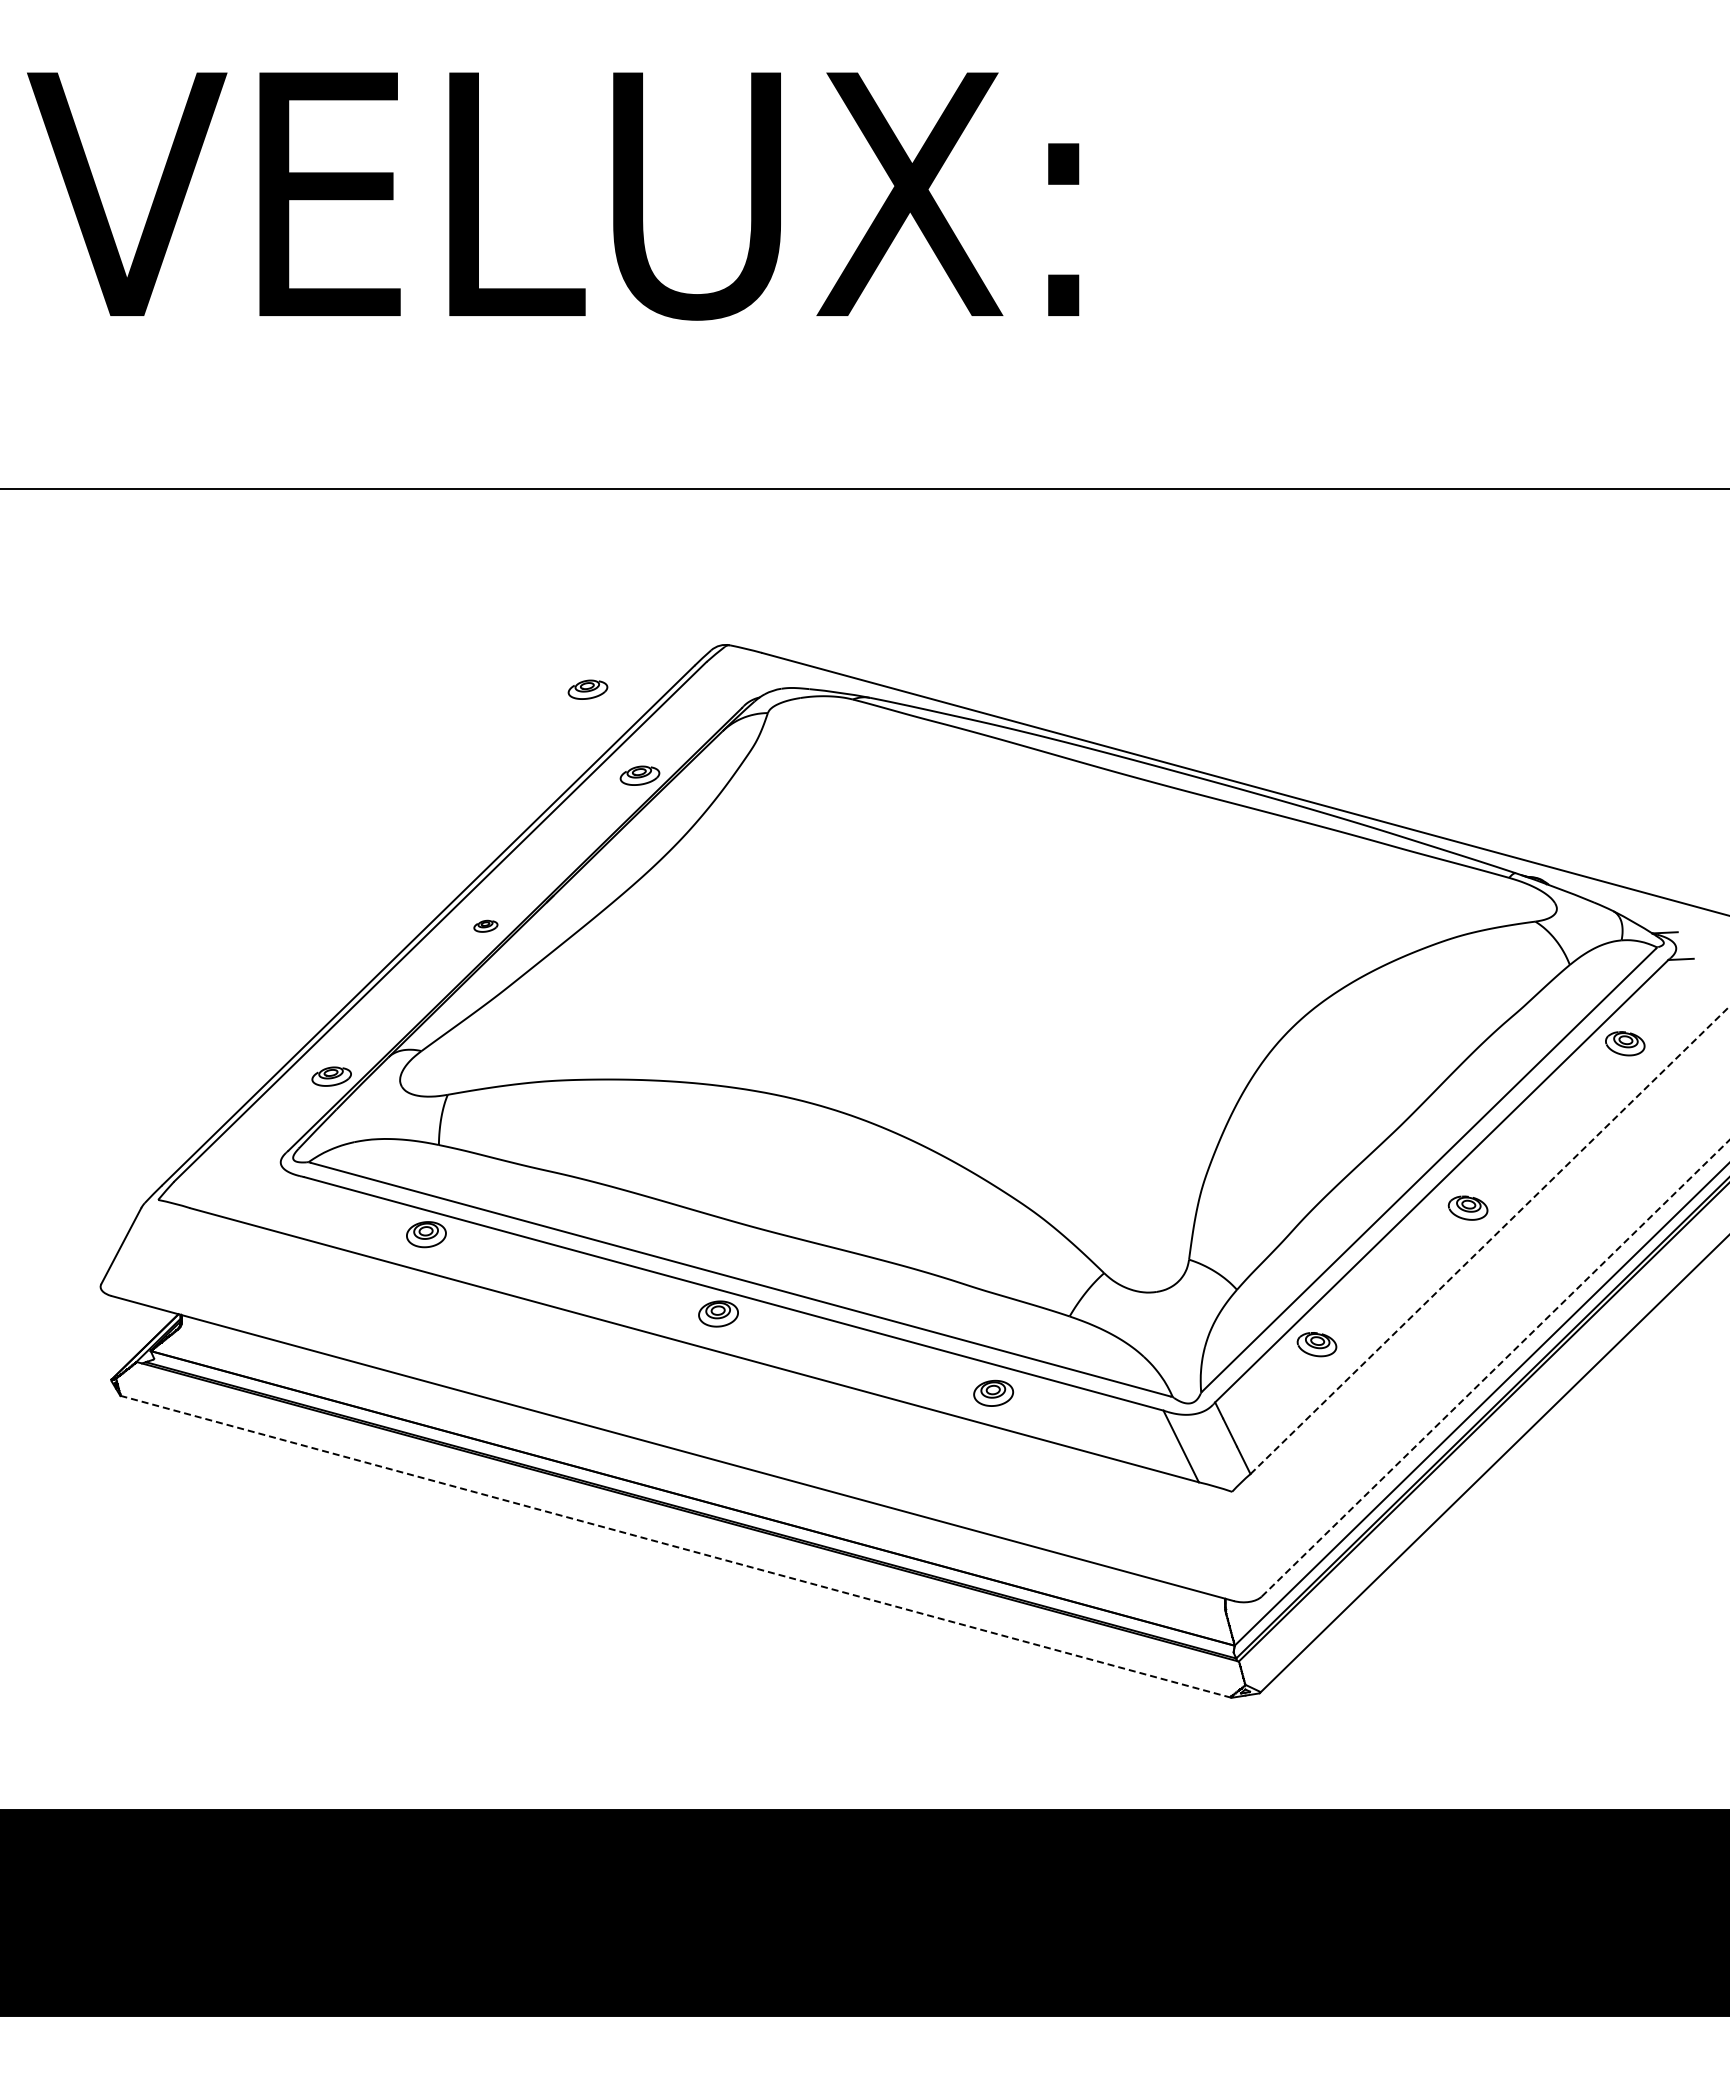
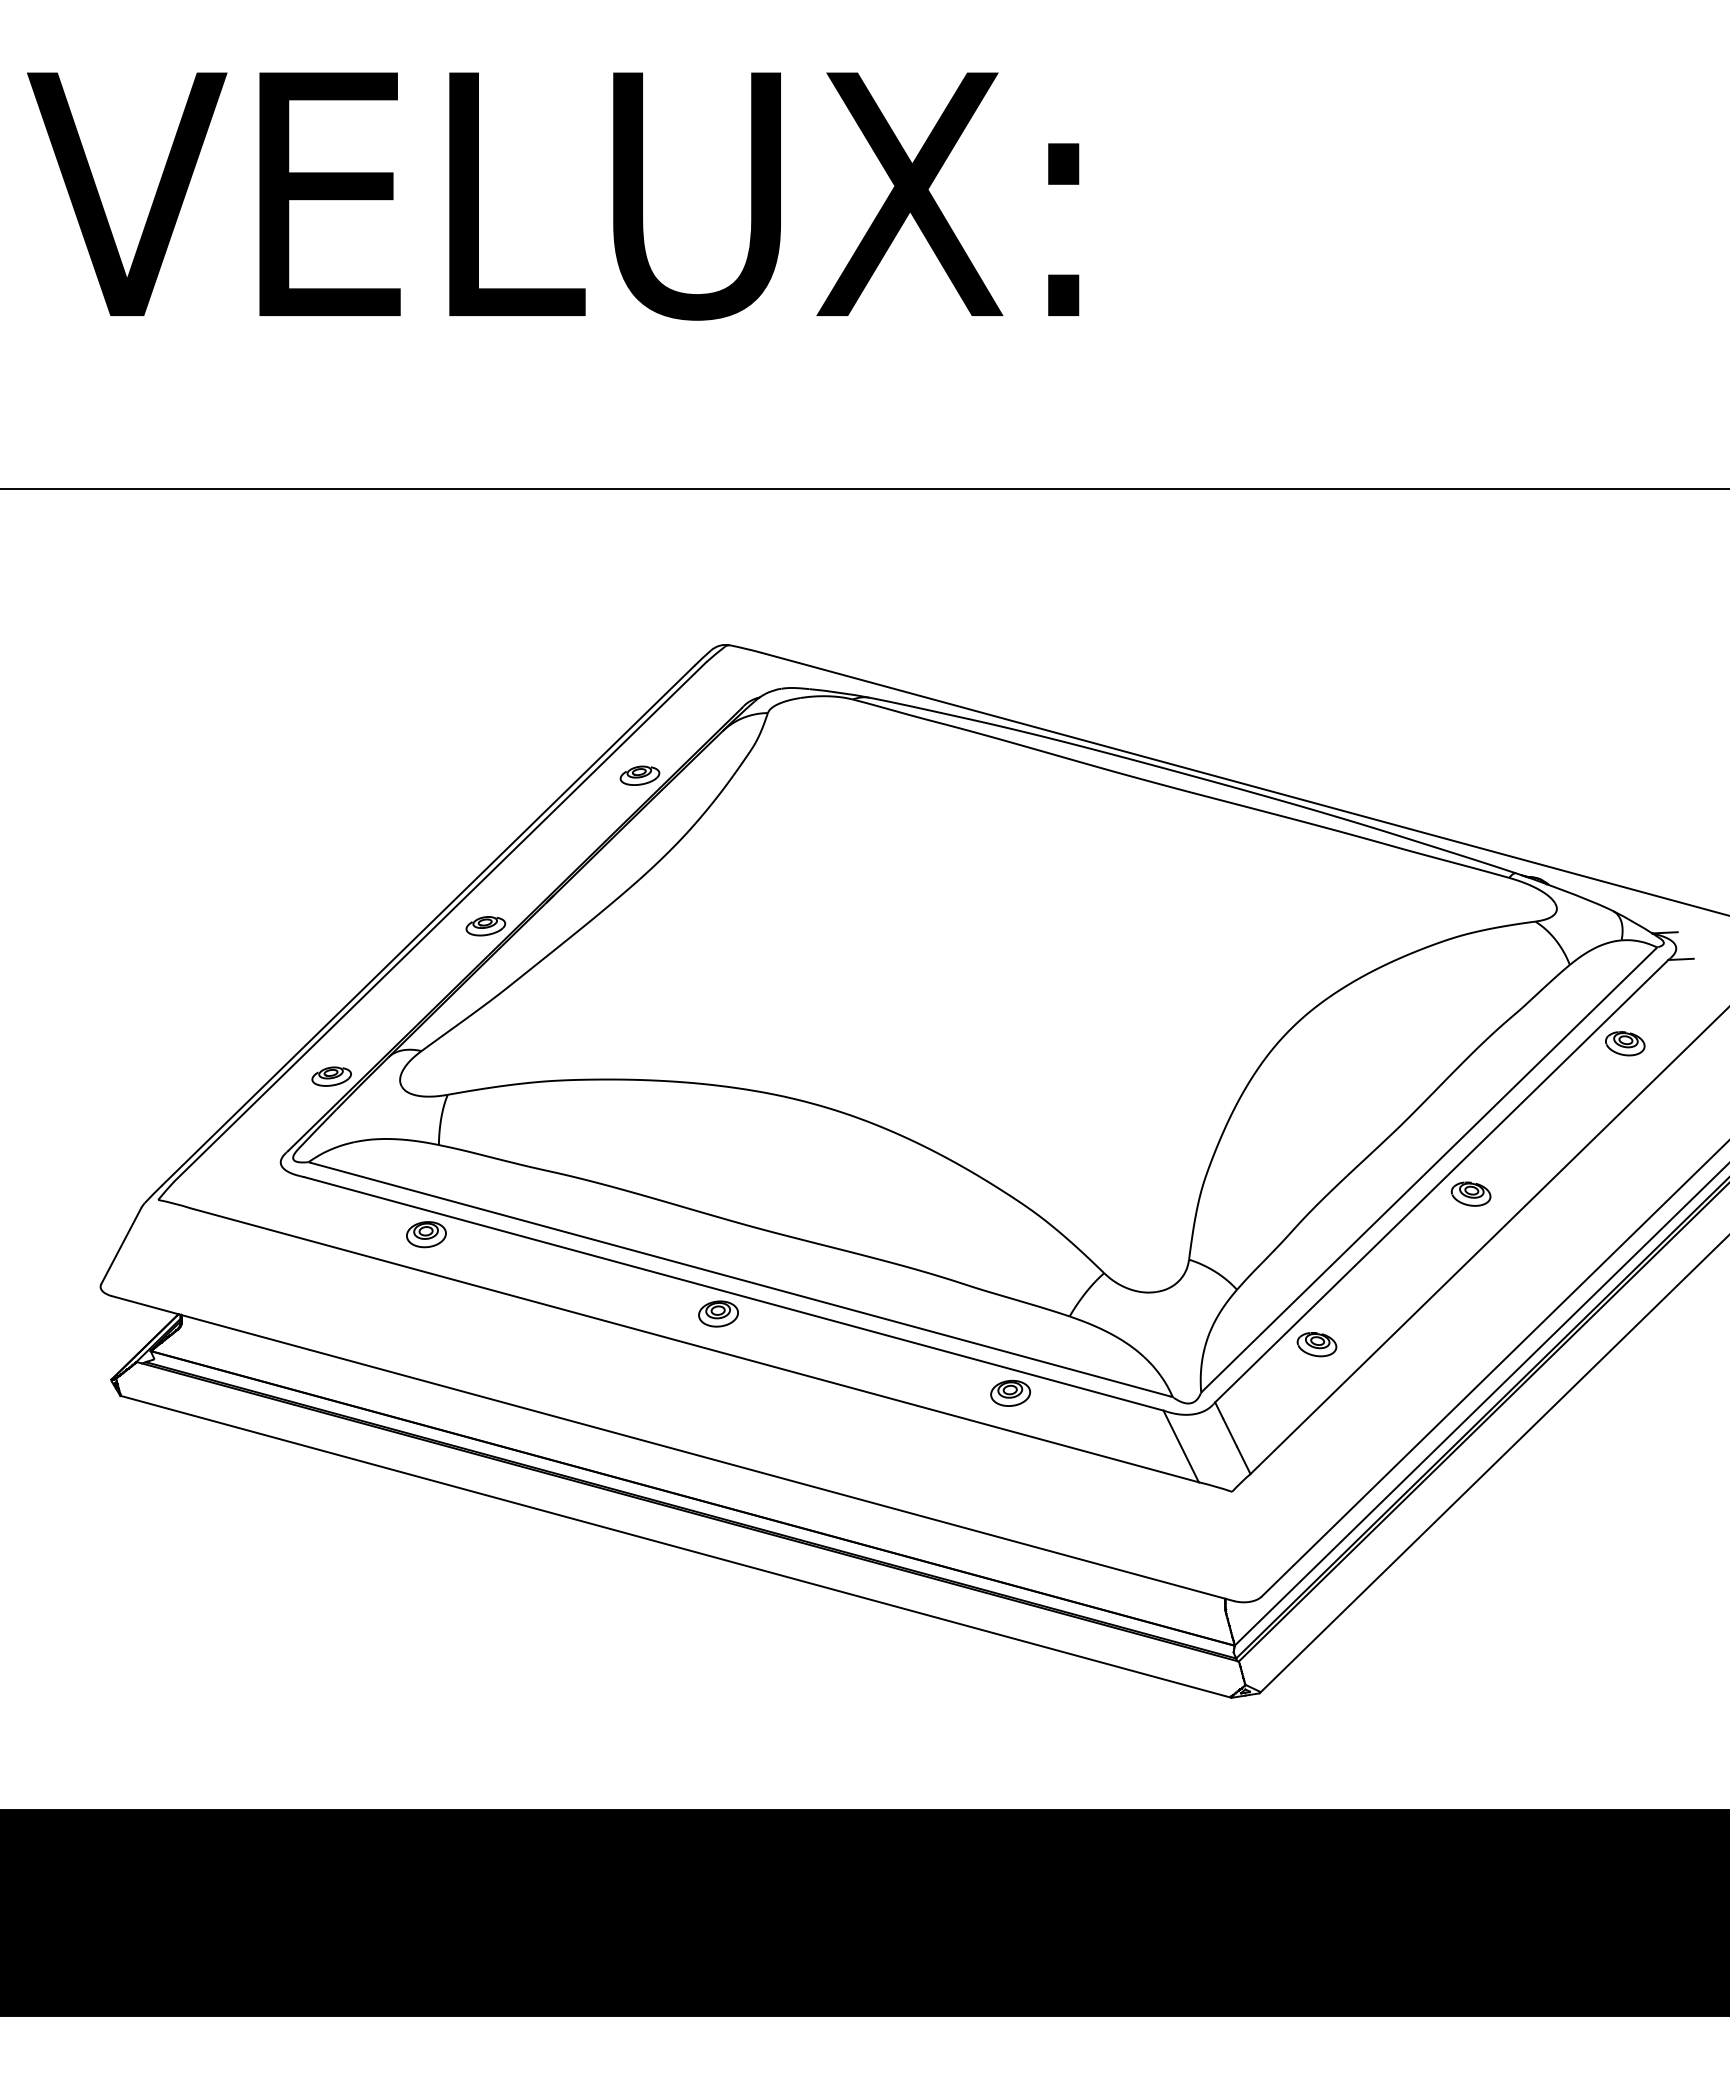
part at (587, 689): present -> none
part at (485, 925) size: 26x14 px -> 42x21 px
part at (1467, 1207) position: (1467, 1207) -> (1470, 1193)
line at (1490, 1240): dashed -> solid
line at (1495, 1368): dashed -> solid
part at (993, 1392) position: (993, 1392) -> (1010, 1392)
line at (675, 1546): dashed -> solid
